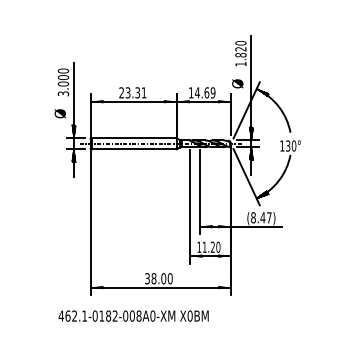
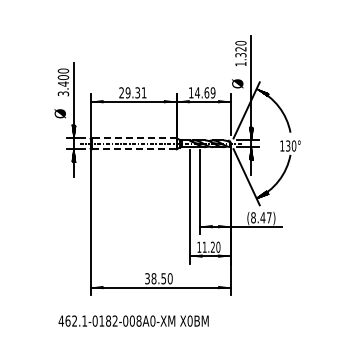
text at (240, 54): 1.820 -> 1.320
text at (63, 83): 3.000 -> 3.400
text at (127, 92): 23.31 -> 29.31
line at (134, 138): solid -> dashed
line at (134, 149): solid -> dashed
text at (163, 278): 38.00 -> 38.50
text at (133, 315) position: (133, 315) -> (133, 320)
